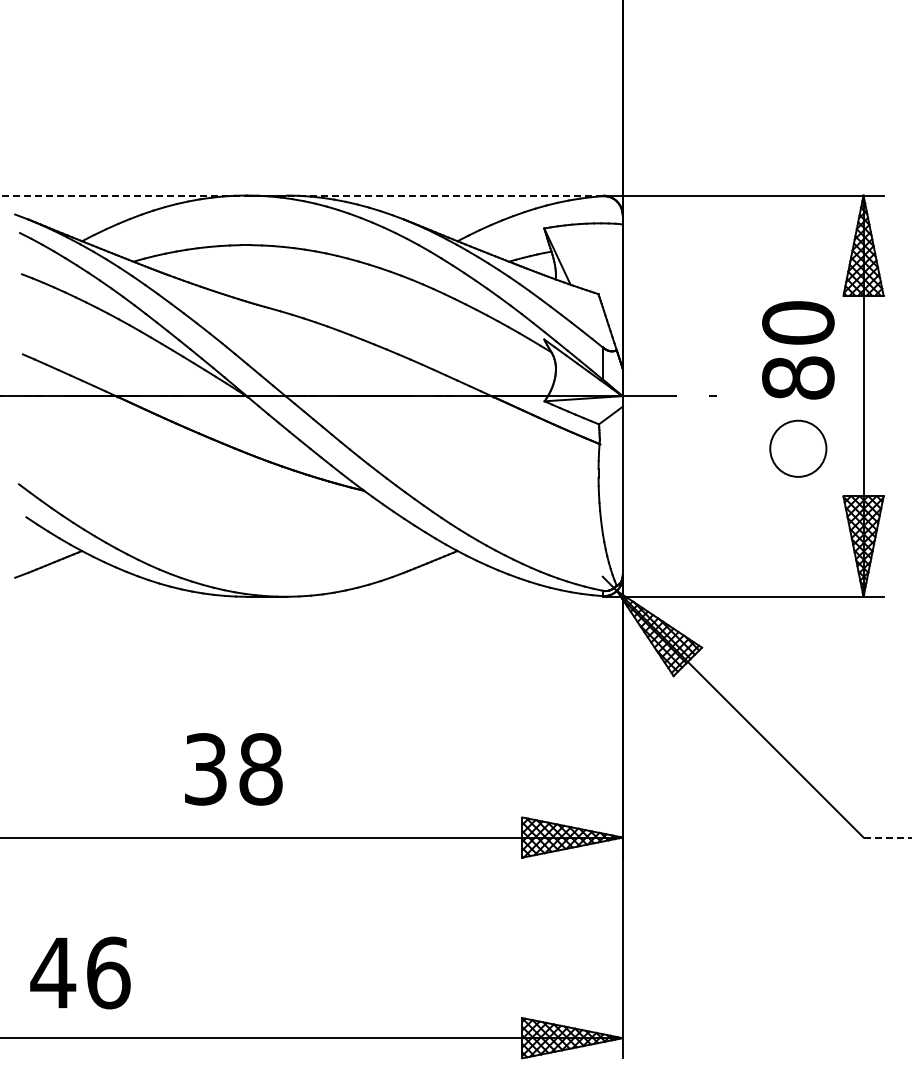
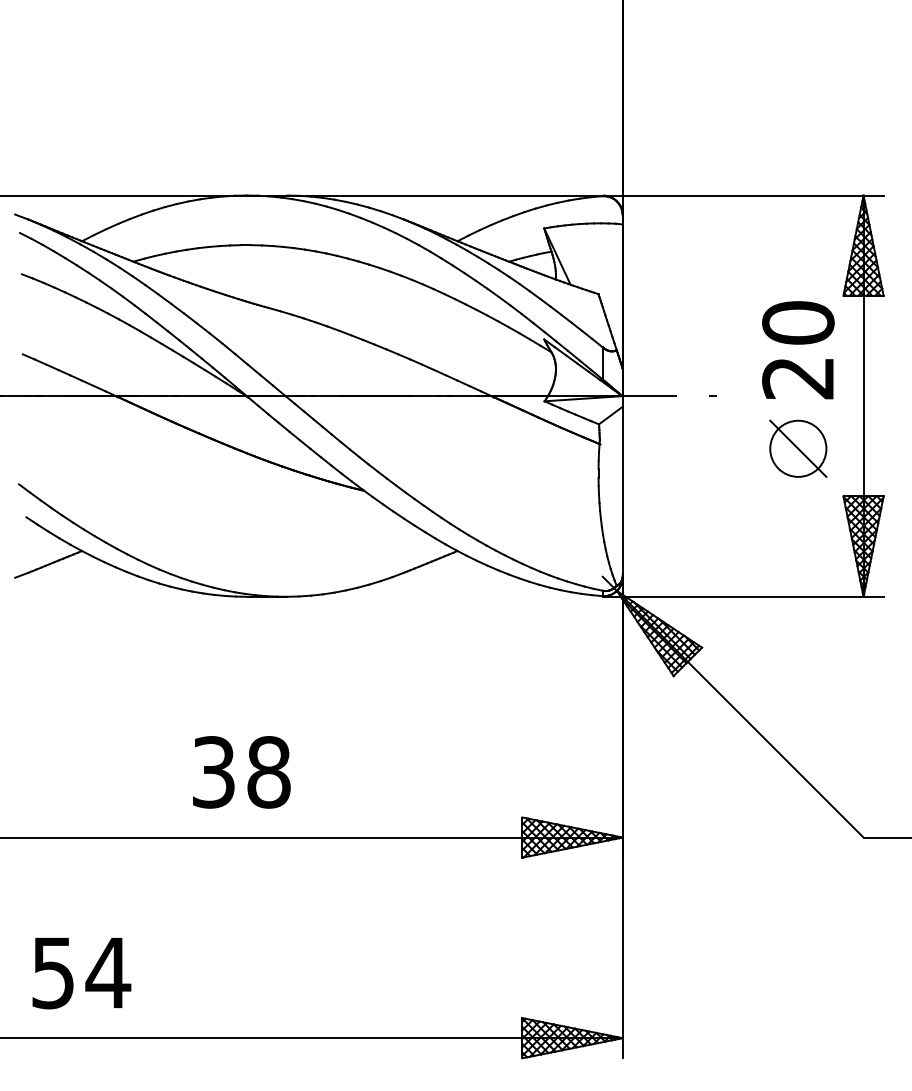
line at (300, 195): dashed -> solid
text at (798, 377): 80 -> 20
line at (798, 448): none -> present
text at (233, 769) position: (233, 769) -> (241, 772)
line at (887, 837): dashed -> solid
text at (80, 972): 46 -> 54
